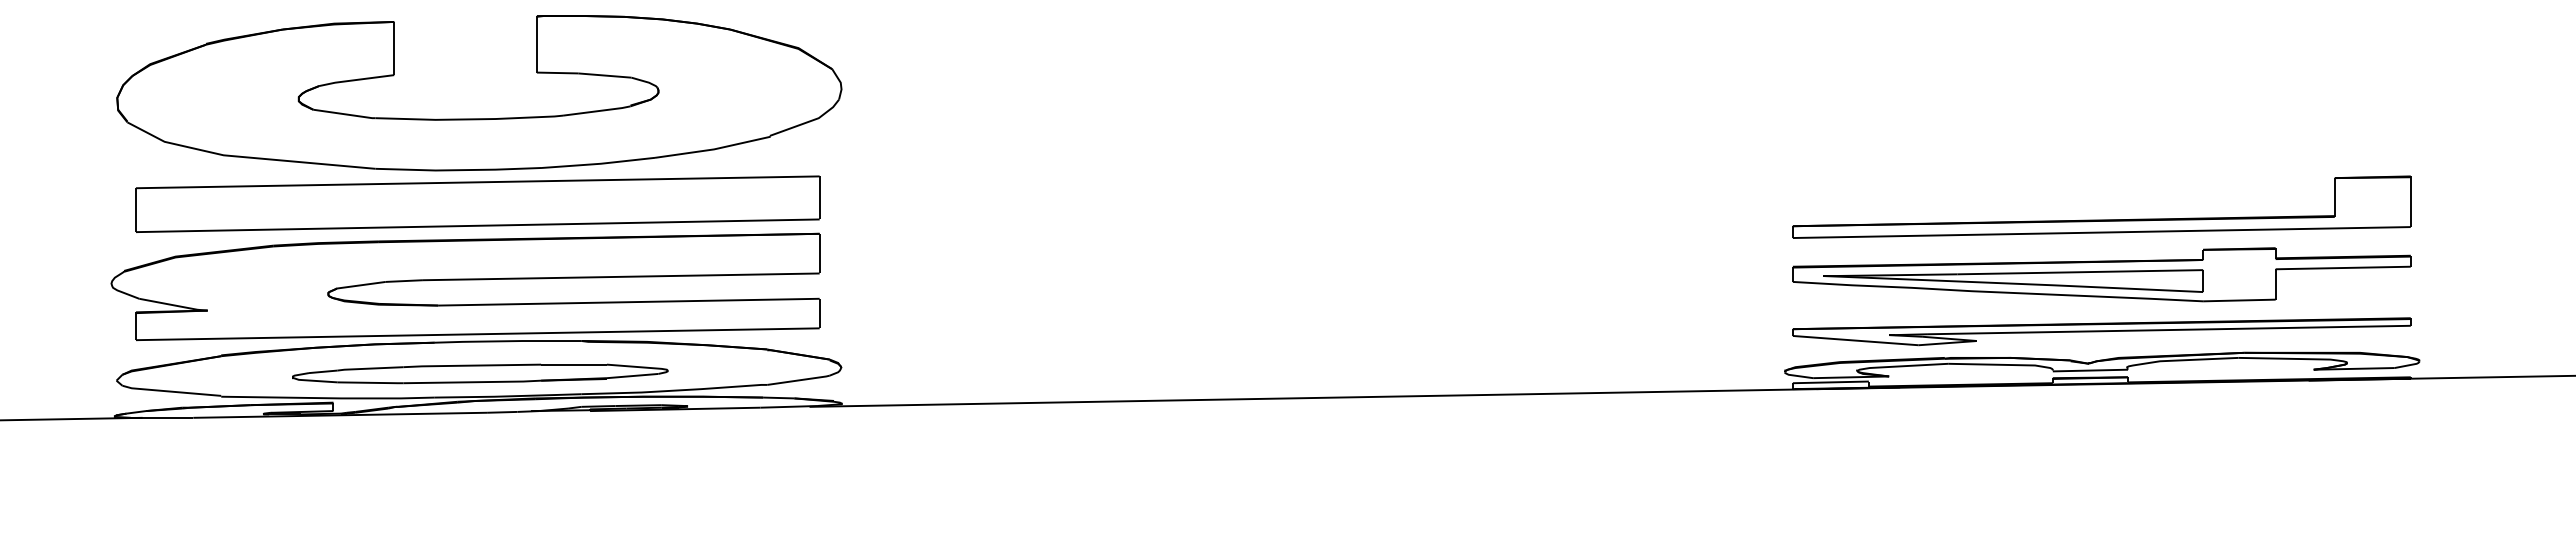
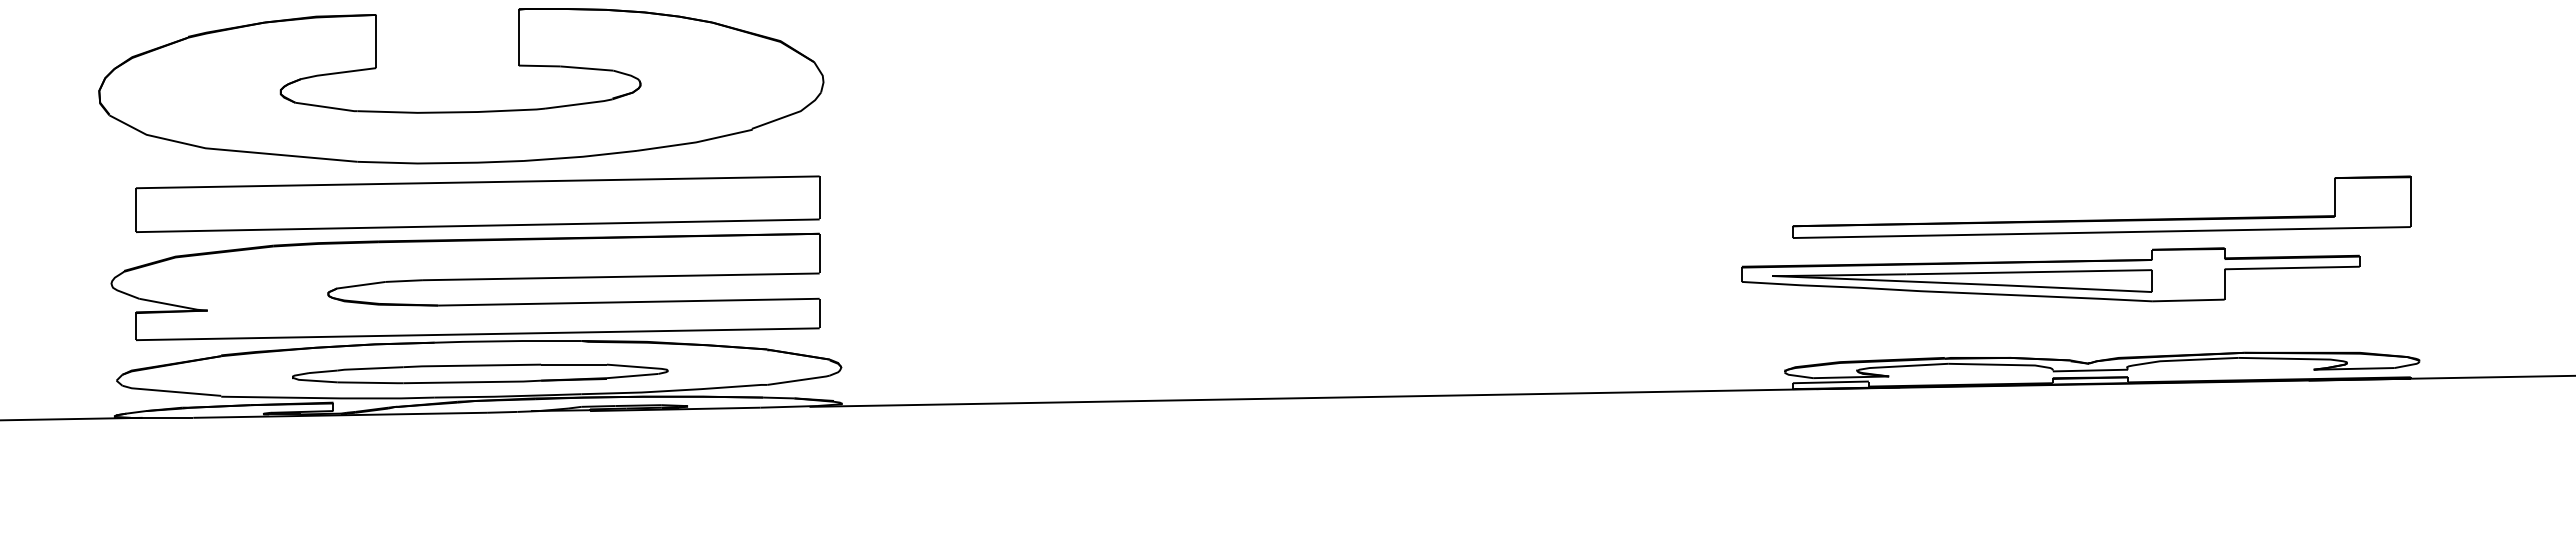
part at (479, 118) position: (479, 118) -> (461, 111)
part at (2101, 274) position: (2101, 274) -> (2050, 274)
part at (2101, 331): present -> none
